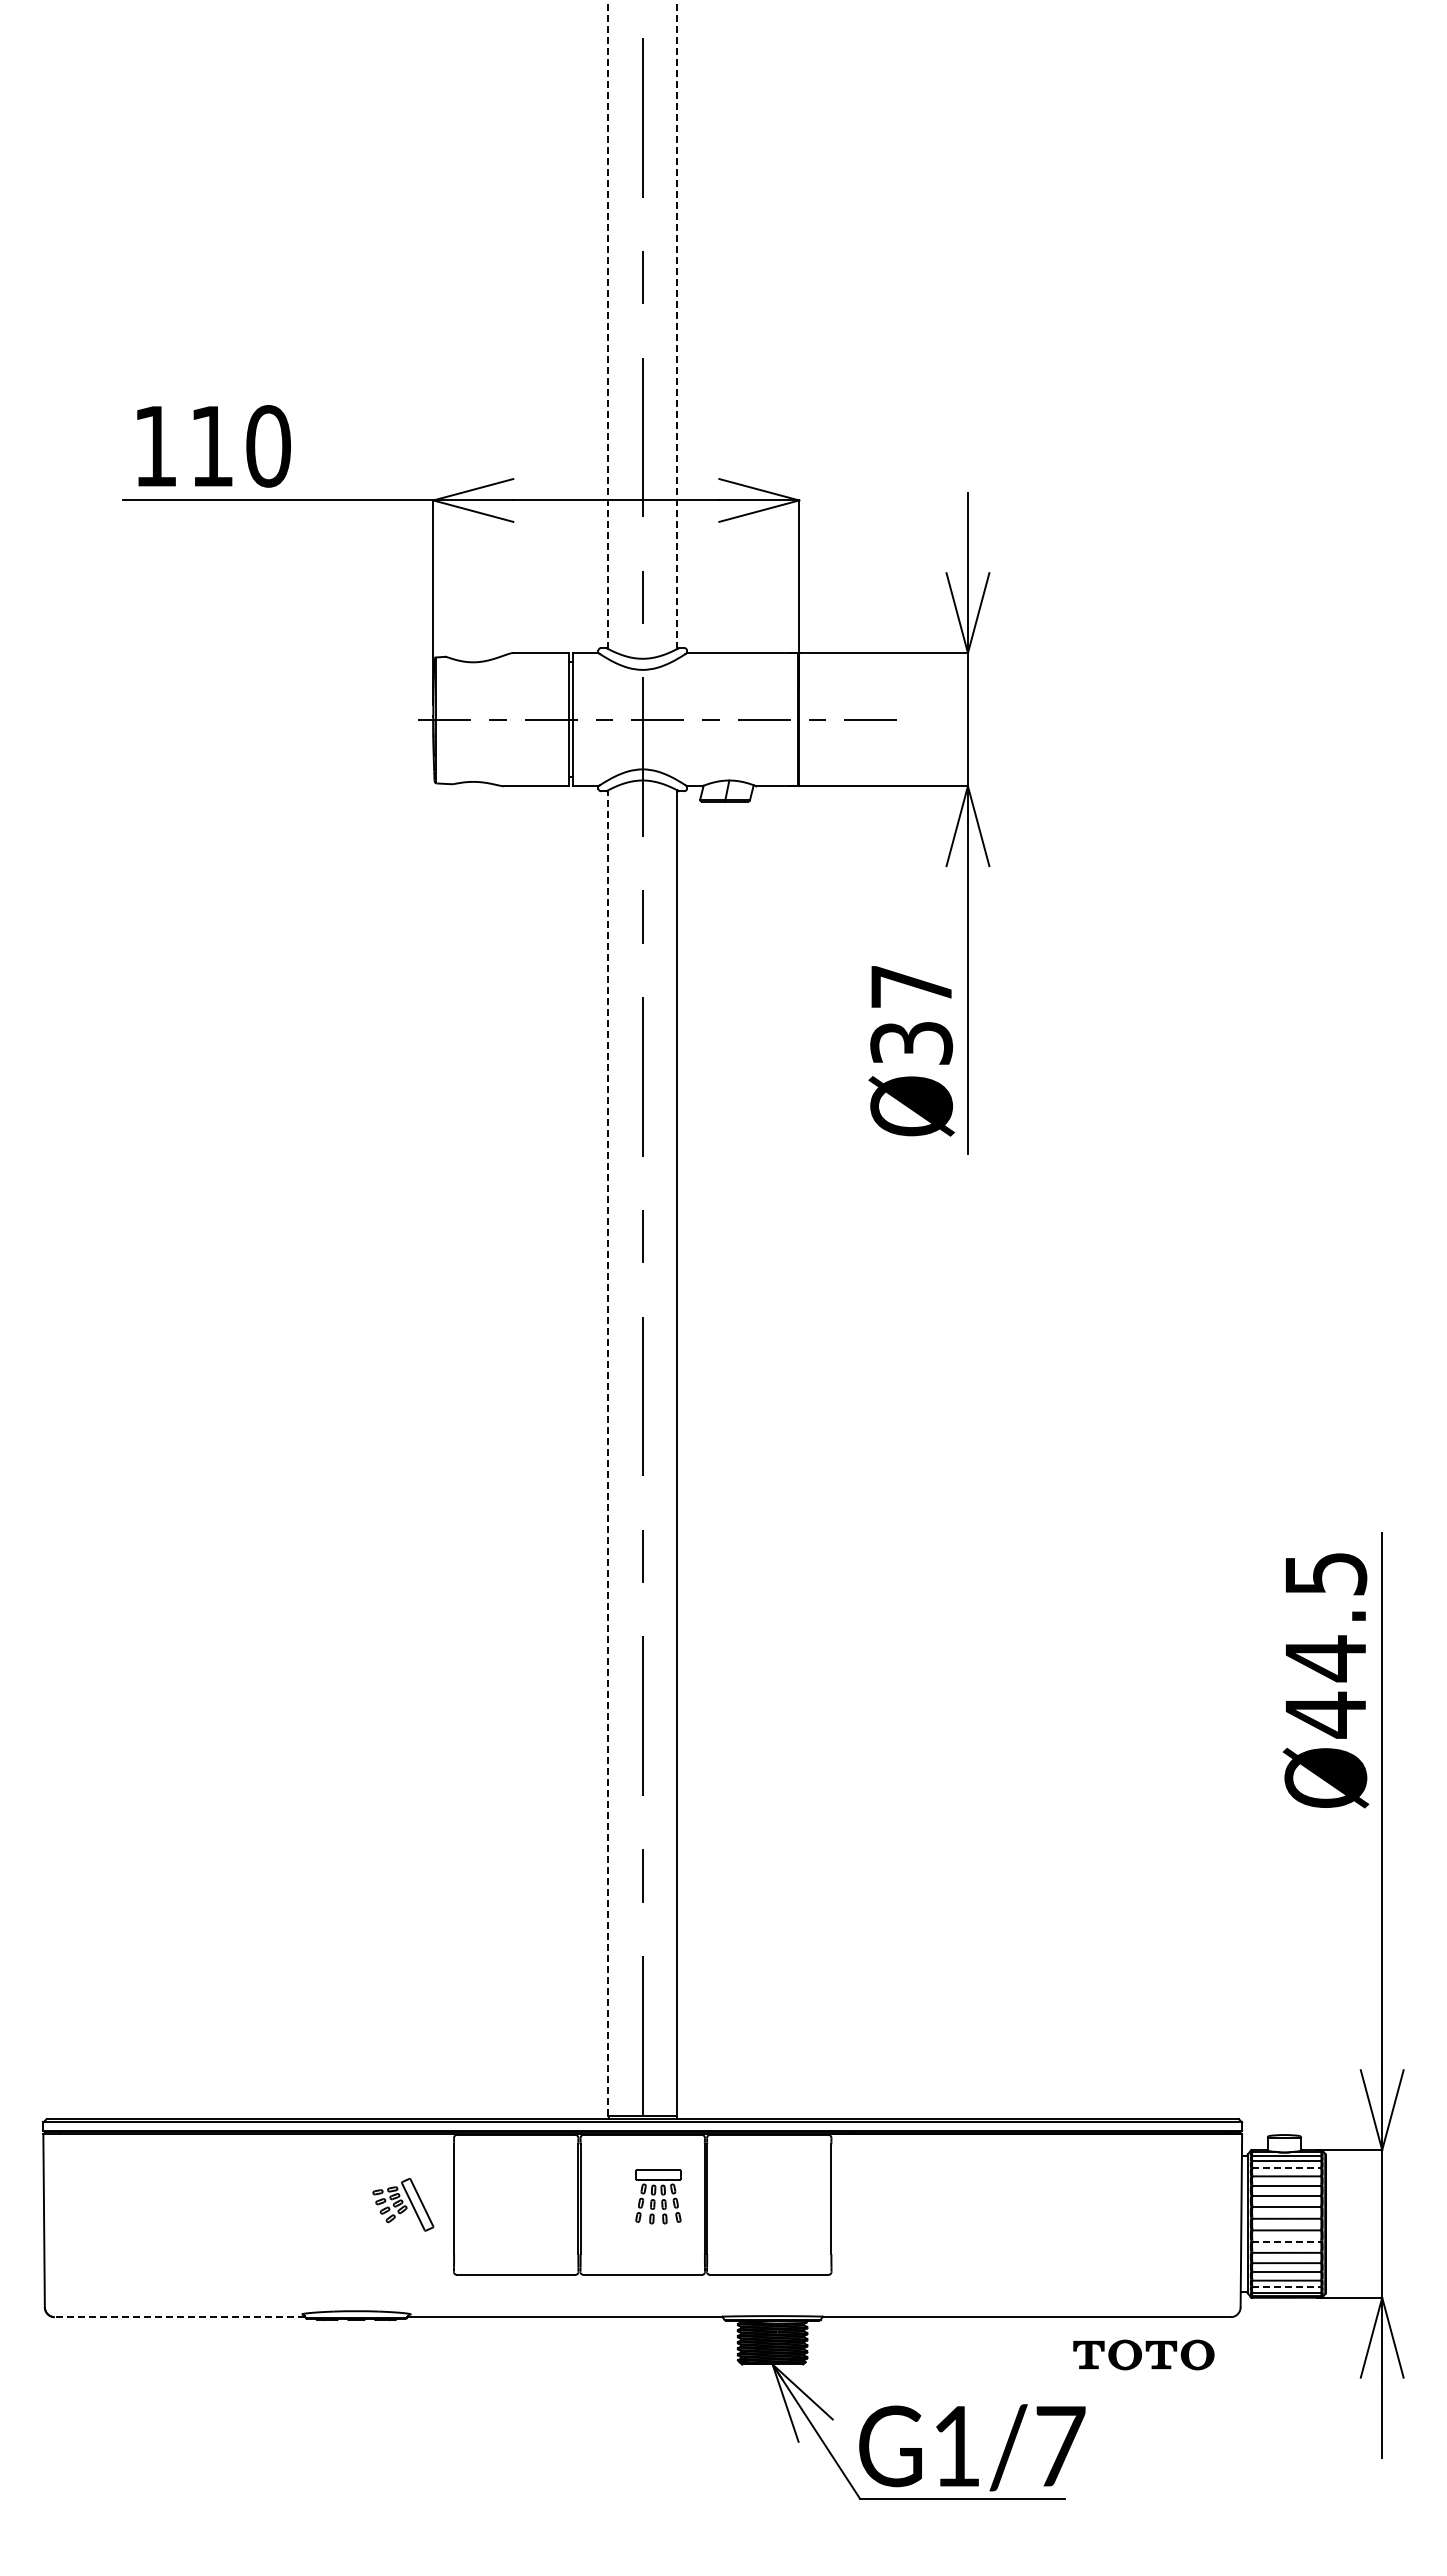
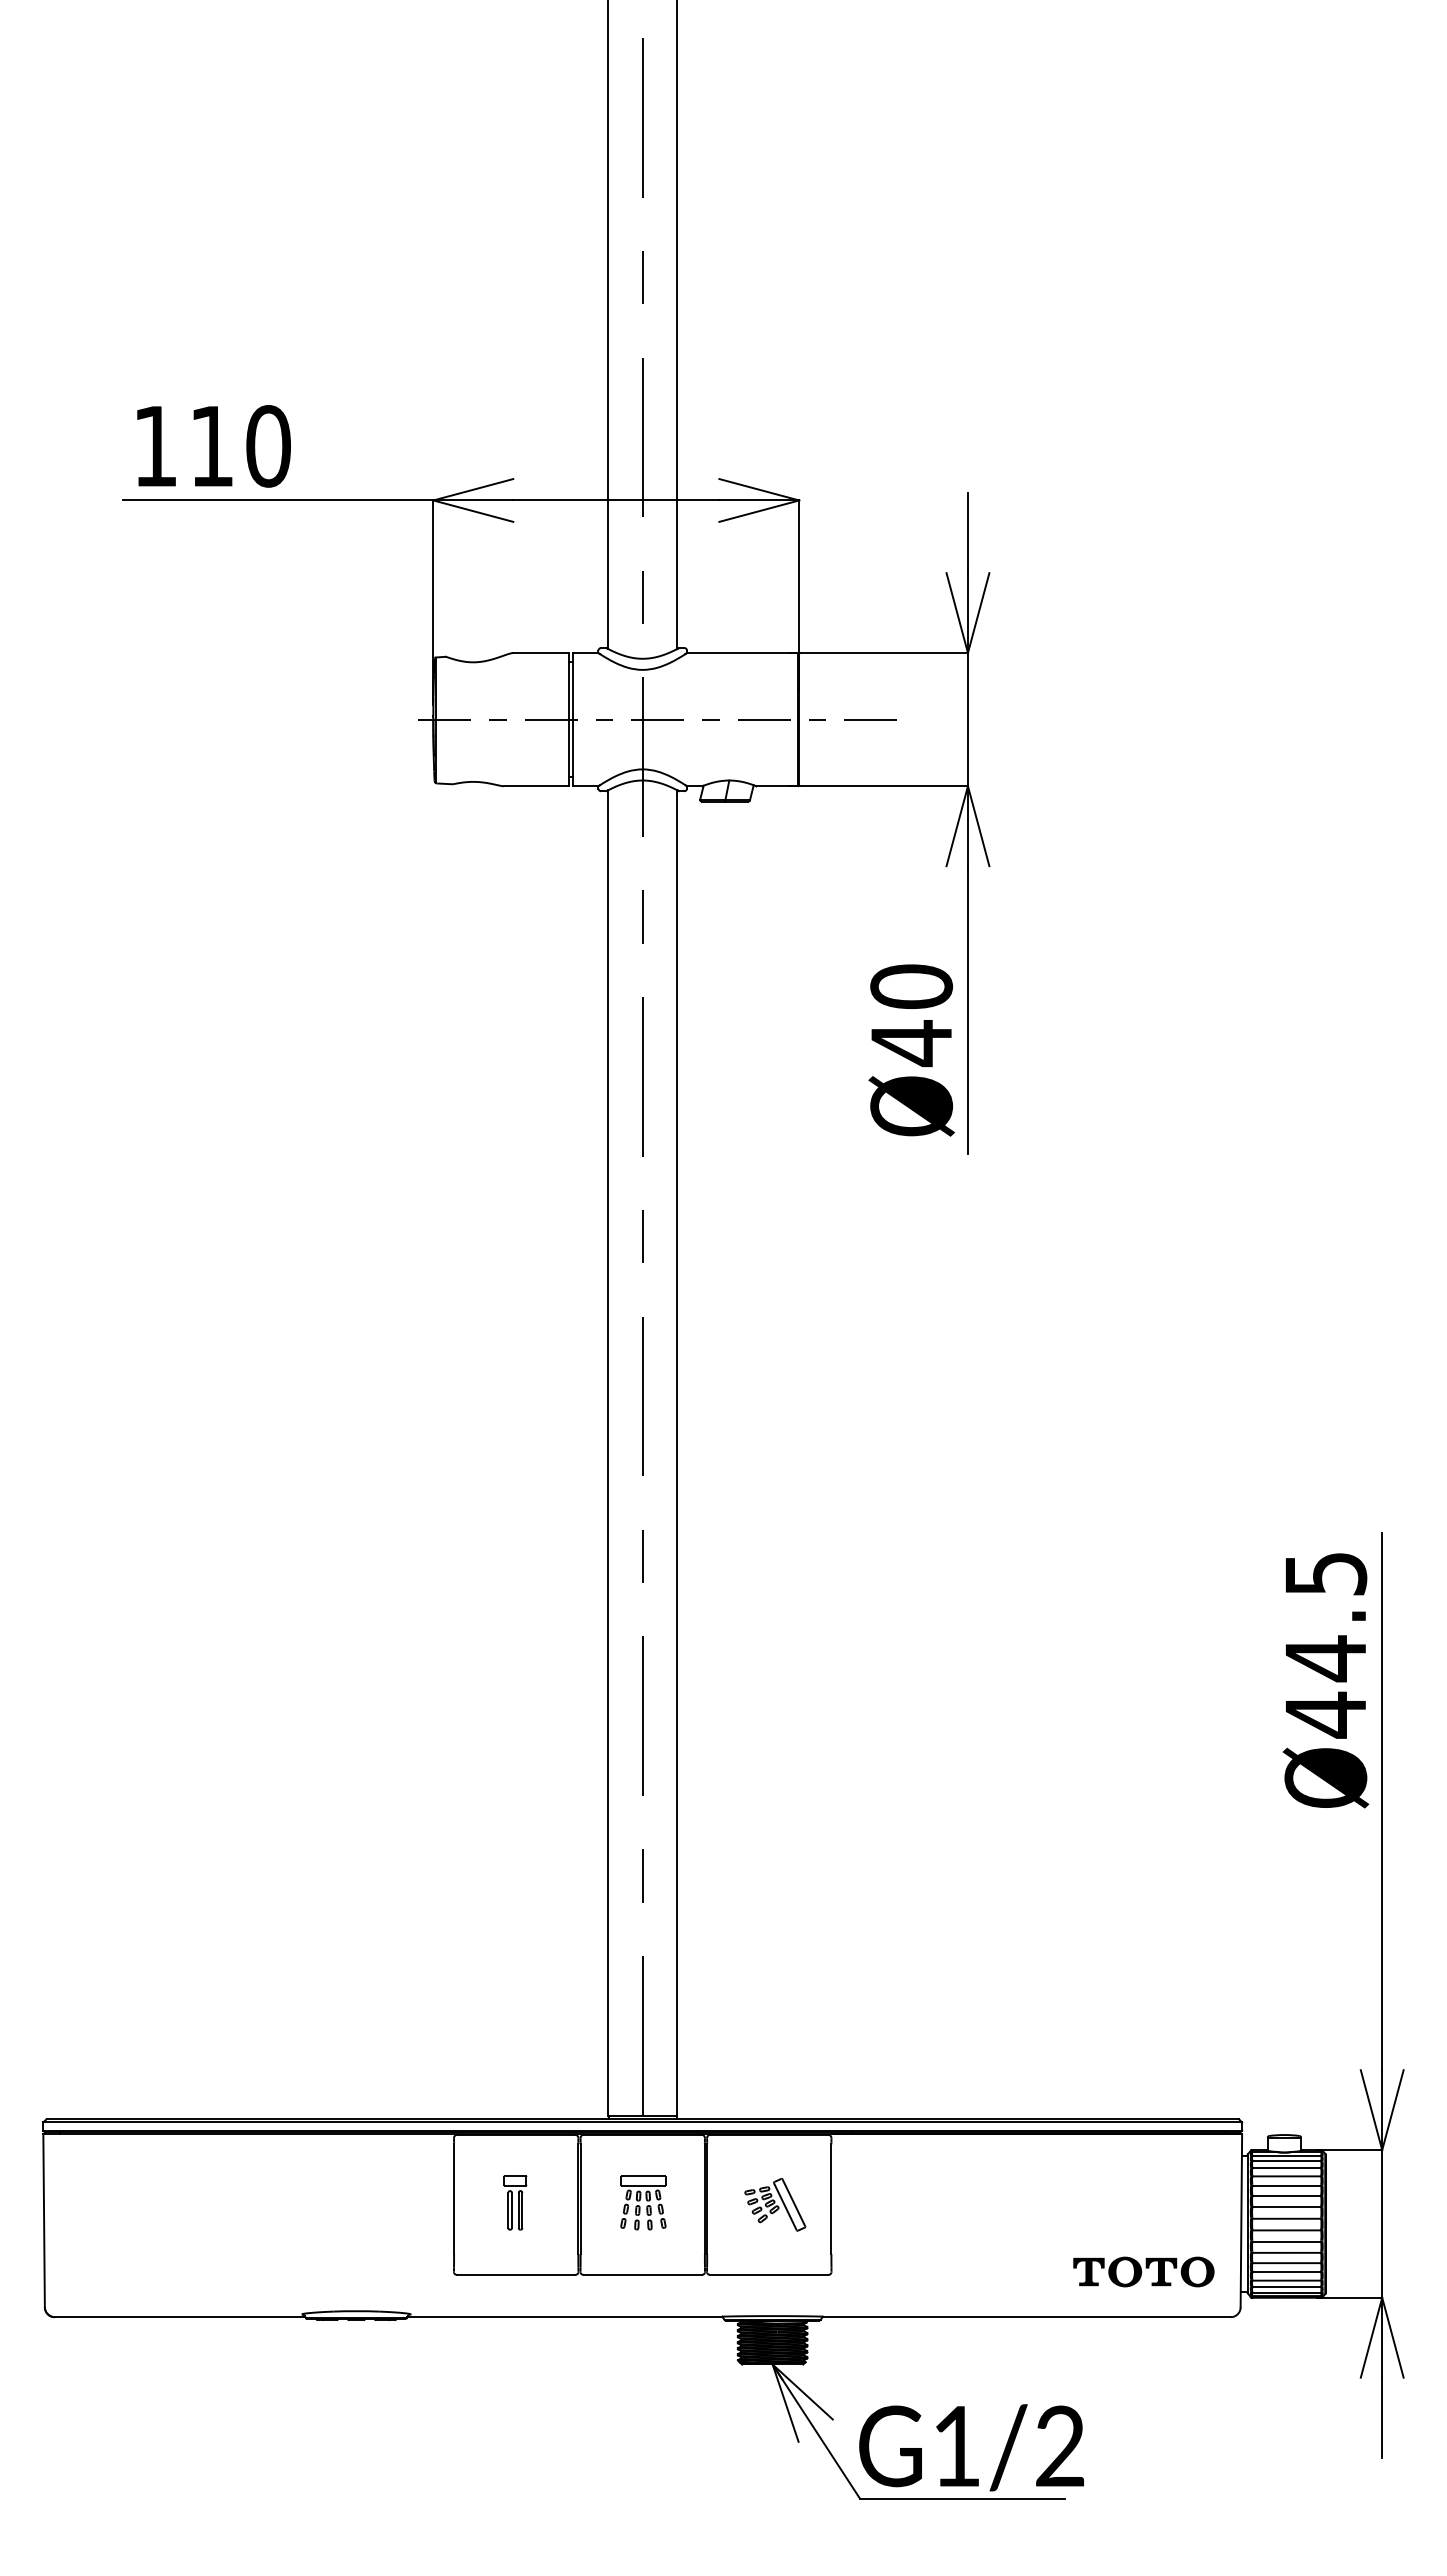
line at (608, 324): dashed -> solid
line at (677, 324): dashed -> solid
text at (911, 1015): Ø37 -> Ø40
line at (608, 1452): dashed -> solid
line at (1287, 2168): dashed -> solid
part at (658, 2196) position: (658, 2196) -> (643, 2202)
part at (515, 2202): none -> present
part at (403, 2204) position: (403, 2204) -> (775, 2204)
line at (1287, 2241): dashed -> solid
line at (1287, 2287): dashed -> solid
line at (179, 2317): dashed -> solid
part at (1143, 2354) position: (1143, 2354) -> (1143, 2271)
text at (1060, 2445): G1/7 -> G1/2
